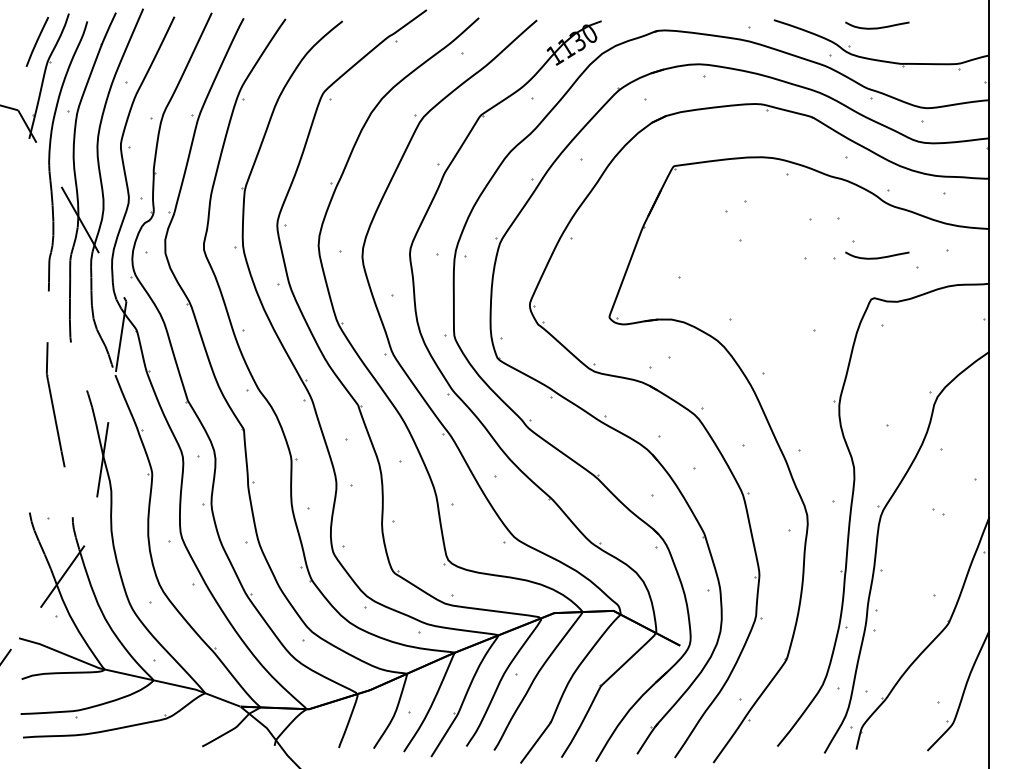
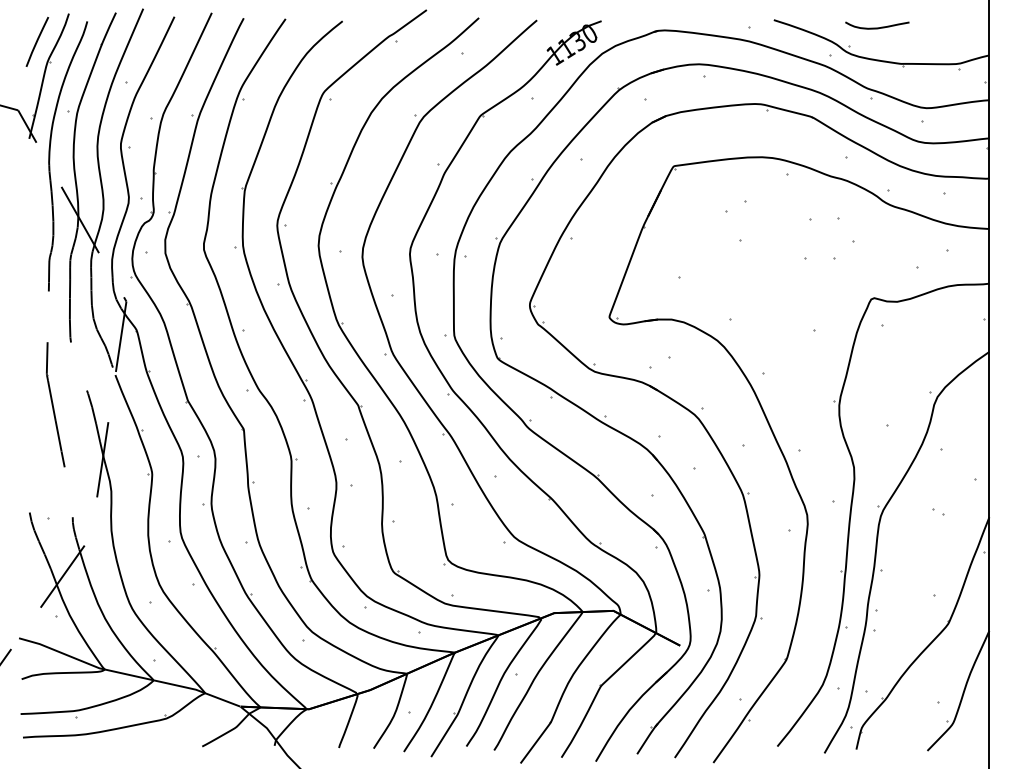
curve at (877, 257): present -> none
